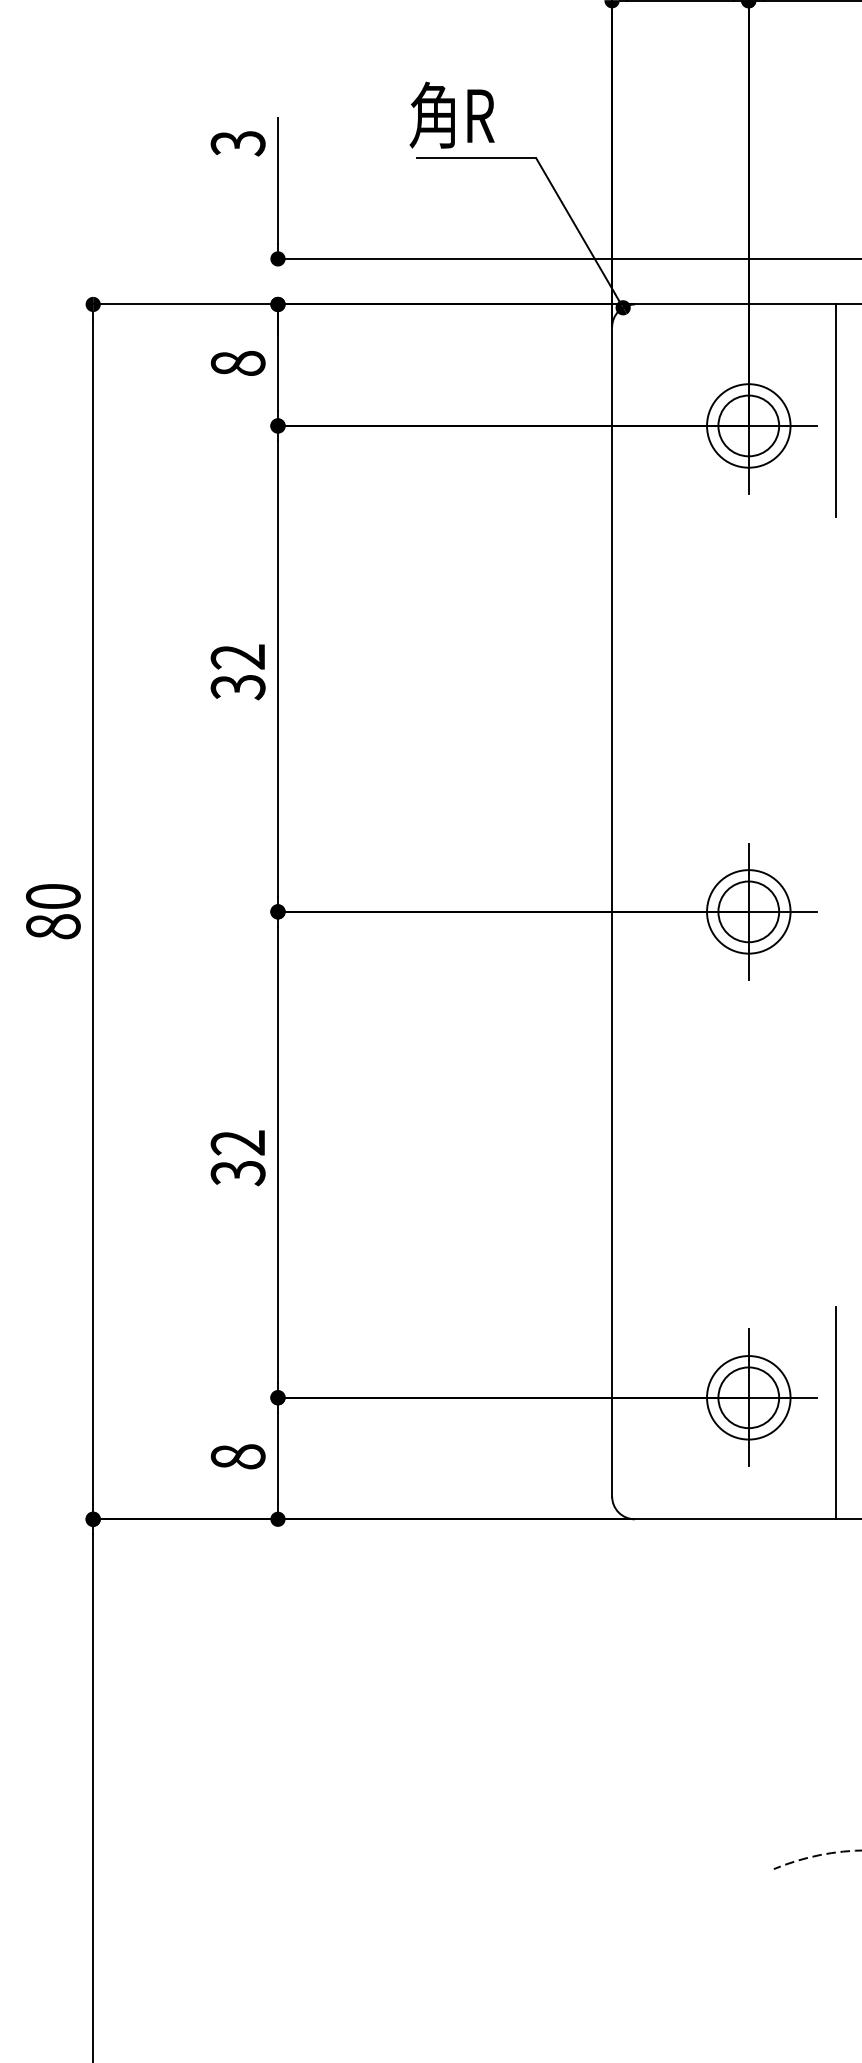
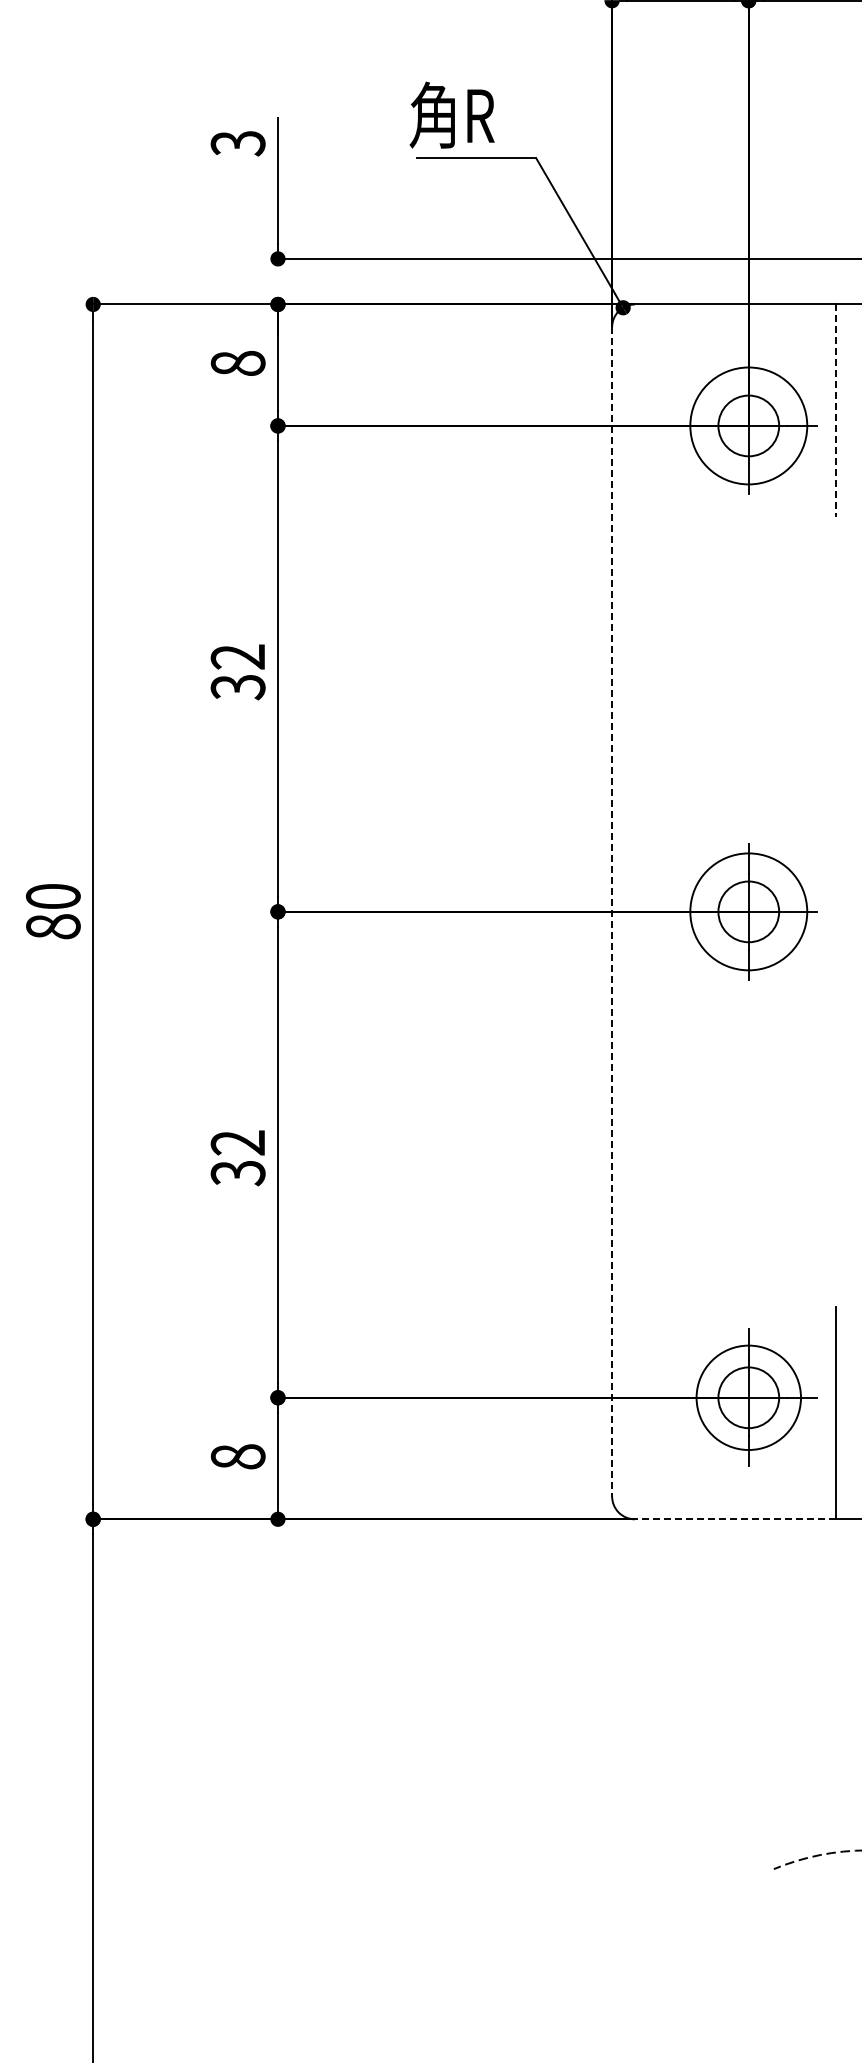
line at (836, 411): solid -> dashed
circle at (748, 425) diameter: 84 px -> 117 px
line at (612, 911): solid -> dashed
circle at (748, 911) diameter: 84 px -> 117 px
circle at (748, 1397) diameter: 84 px -> 104 px
line at (735, 1519): solid -> dashed
